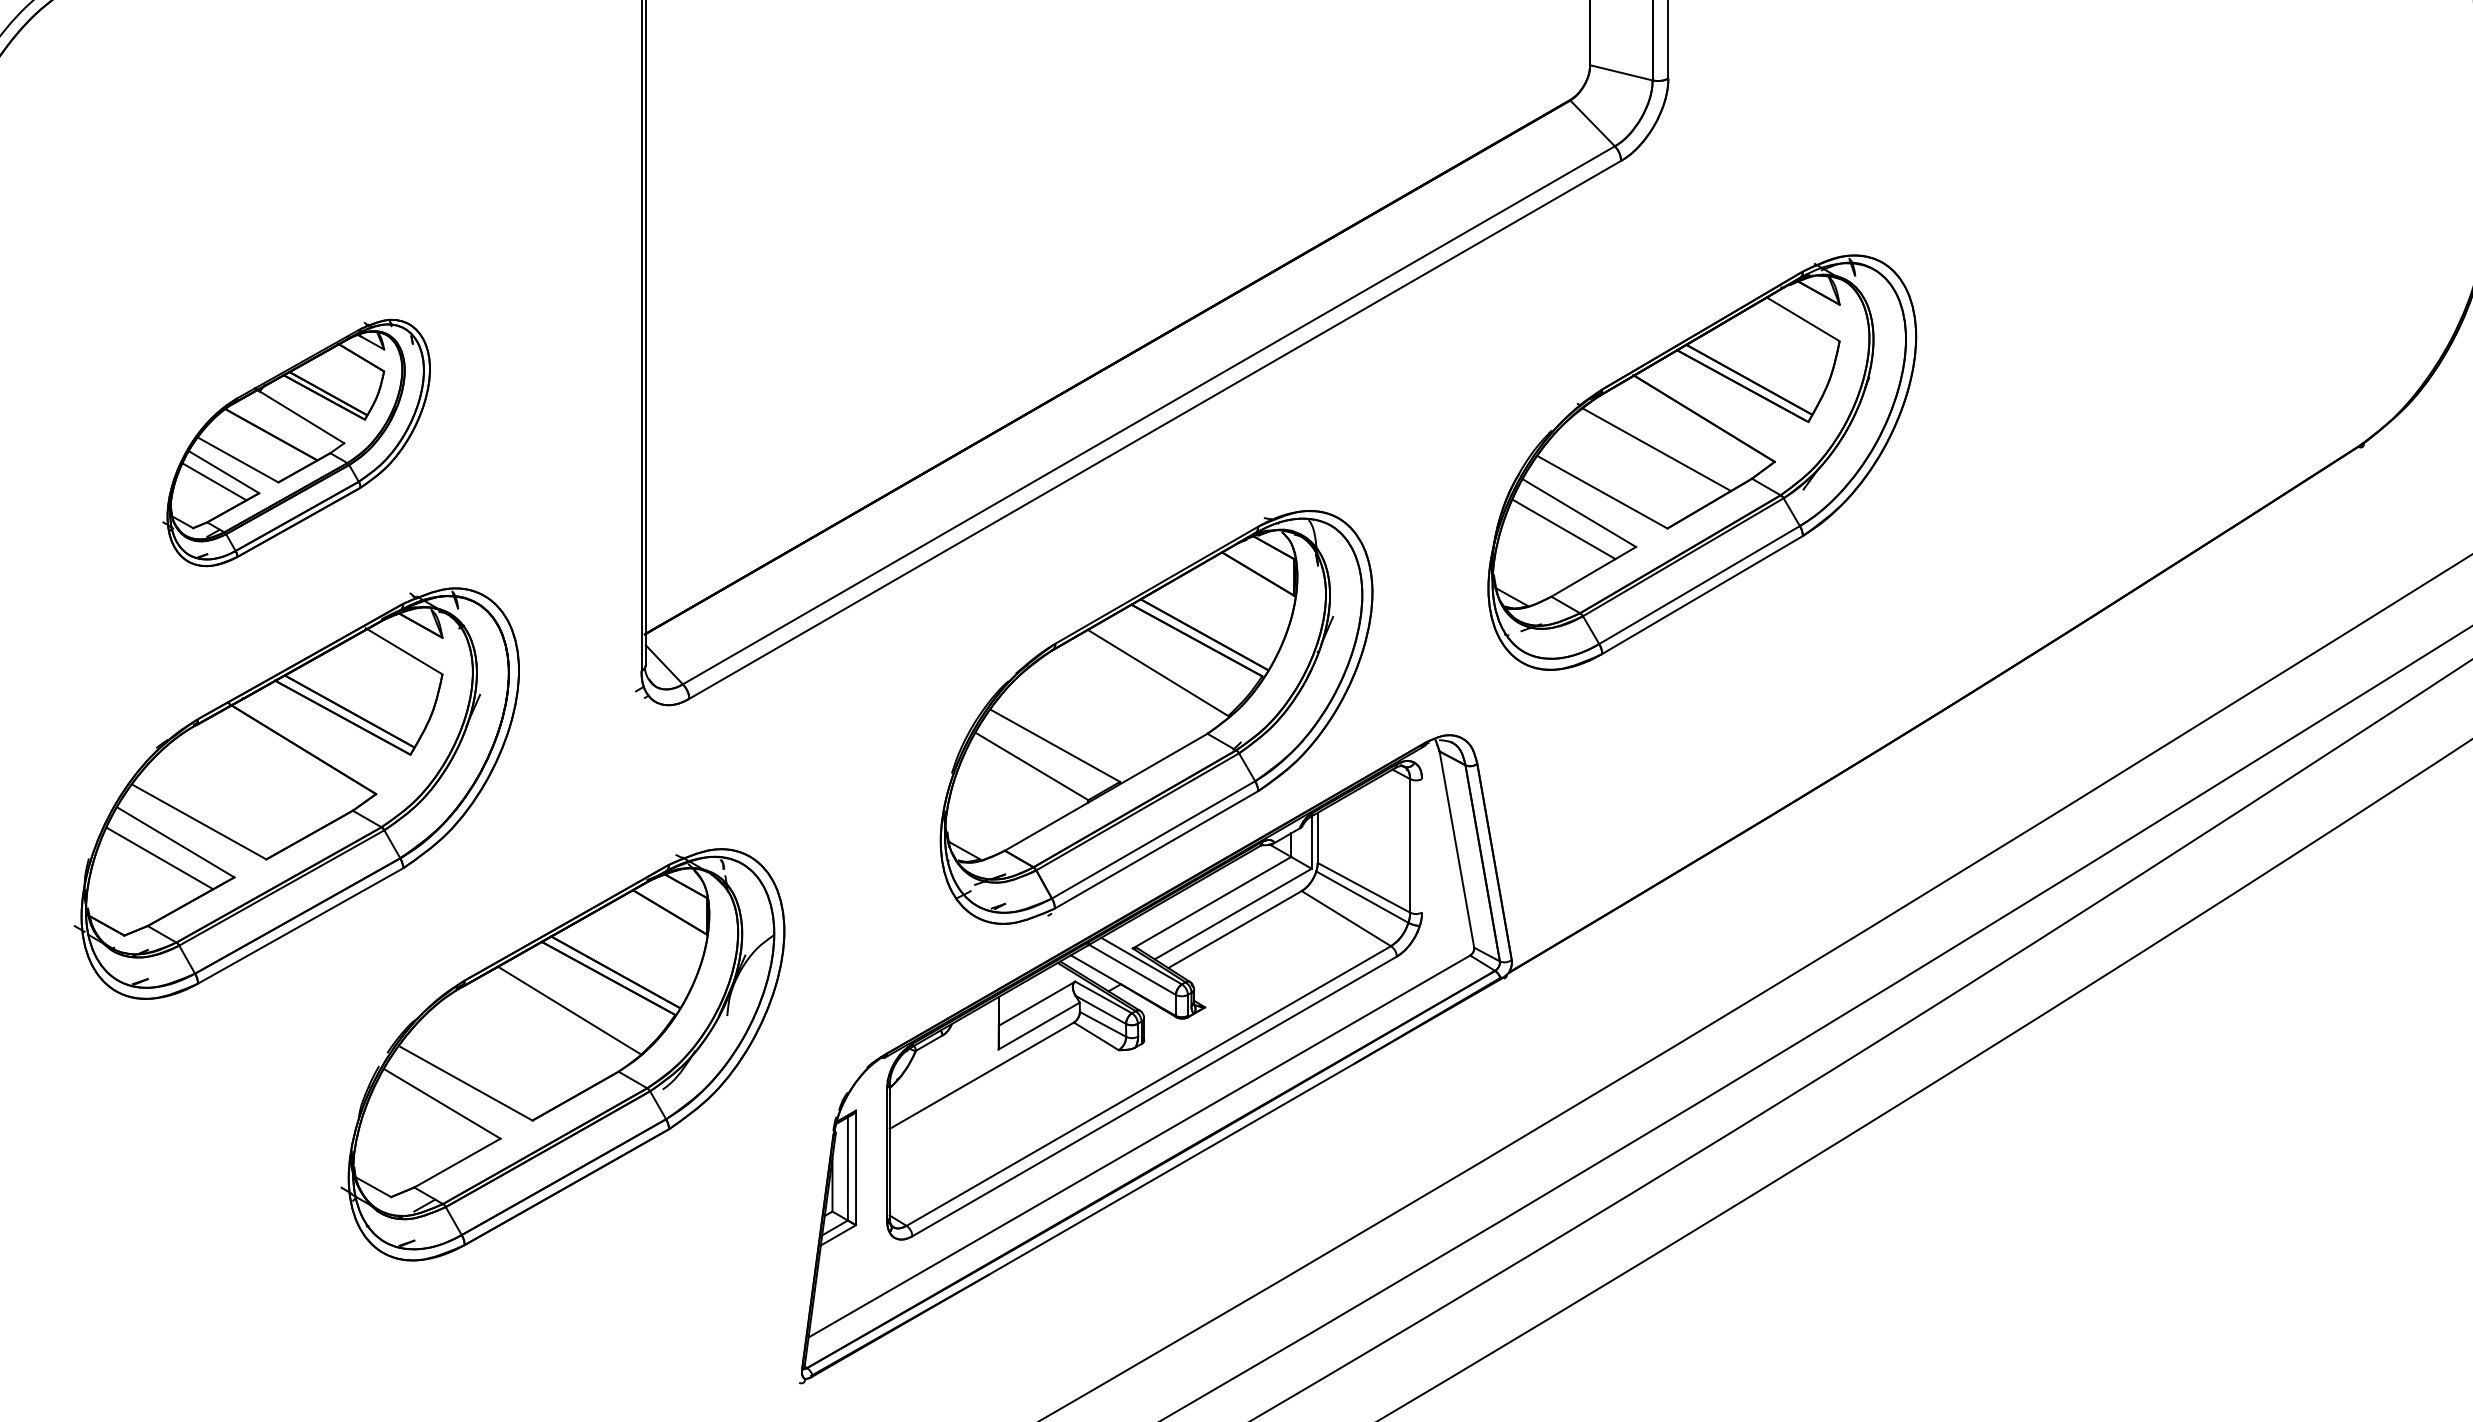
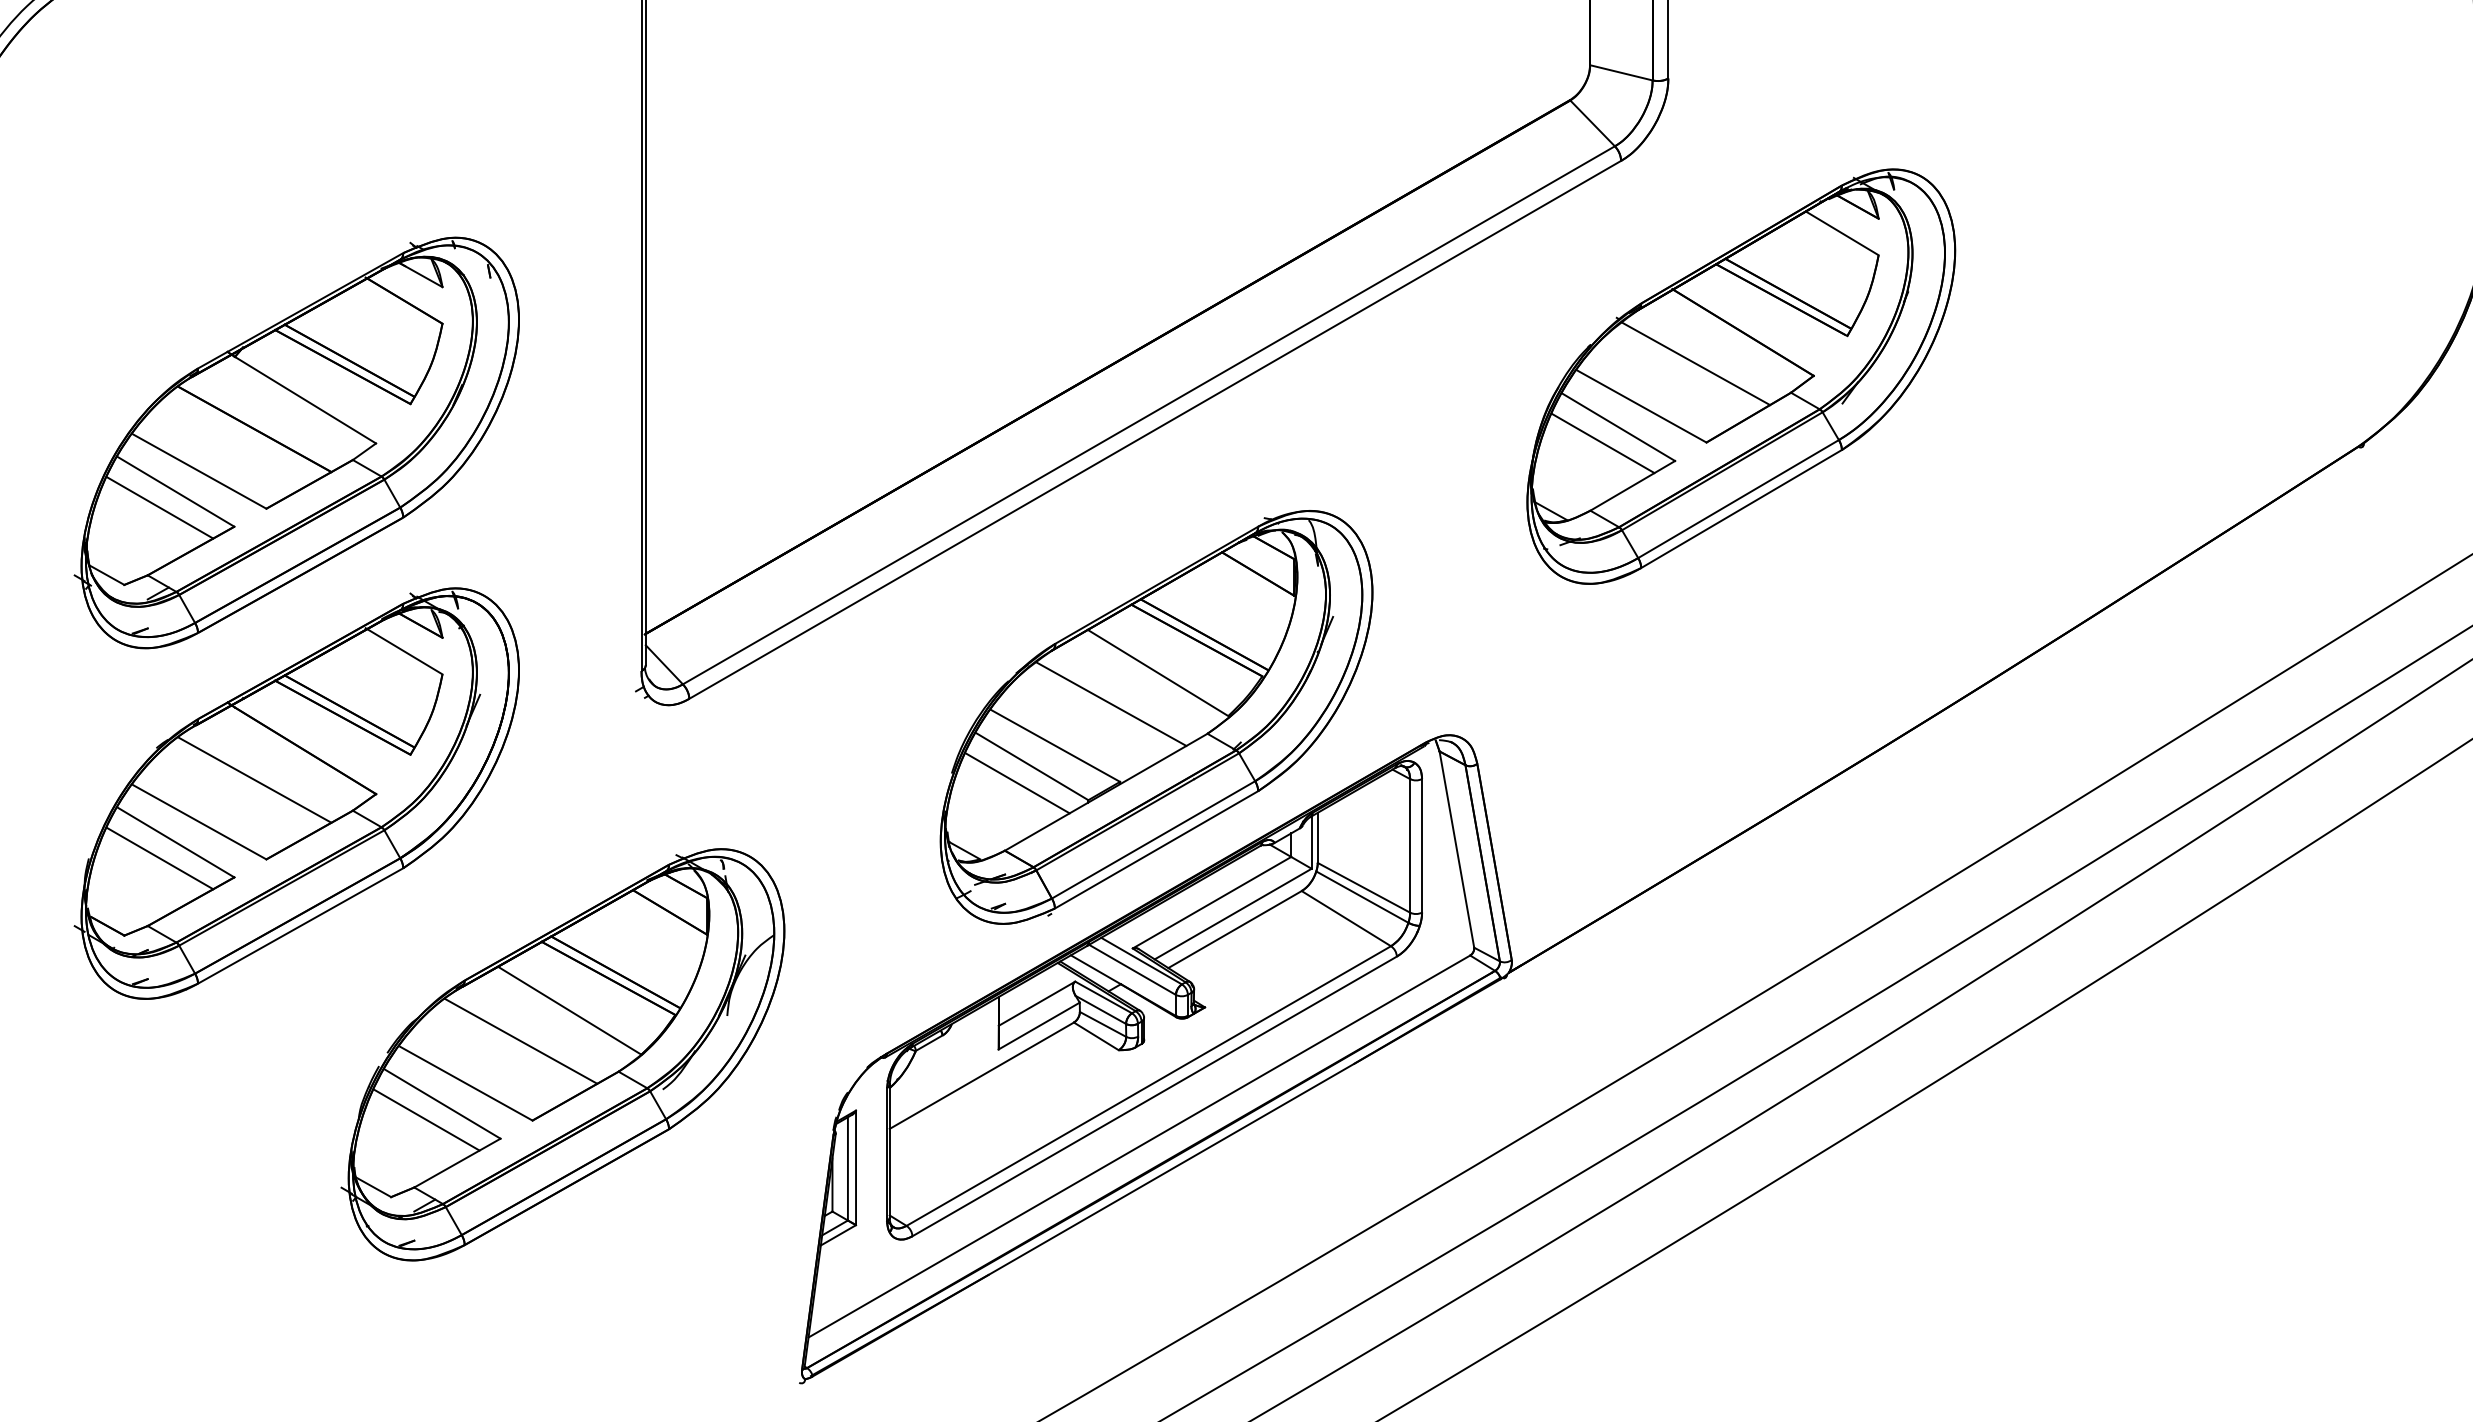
part at (296, 442) size: 269x250 px -> 447x414 px
part at (1702, 462) position: (1702, 462) -> (1741, 376)
line at (1111, 703): none -> present
line at (254, 779): none -> present
line at (1017, 783): none -> present
line at (1422, 845): none -> present
line at (520, 1040): none -> present
line at (426, 1120): none -> present
